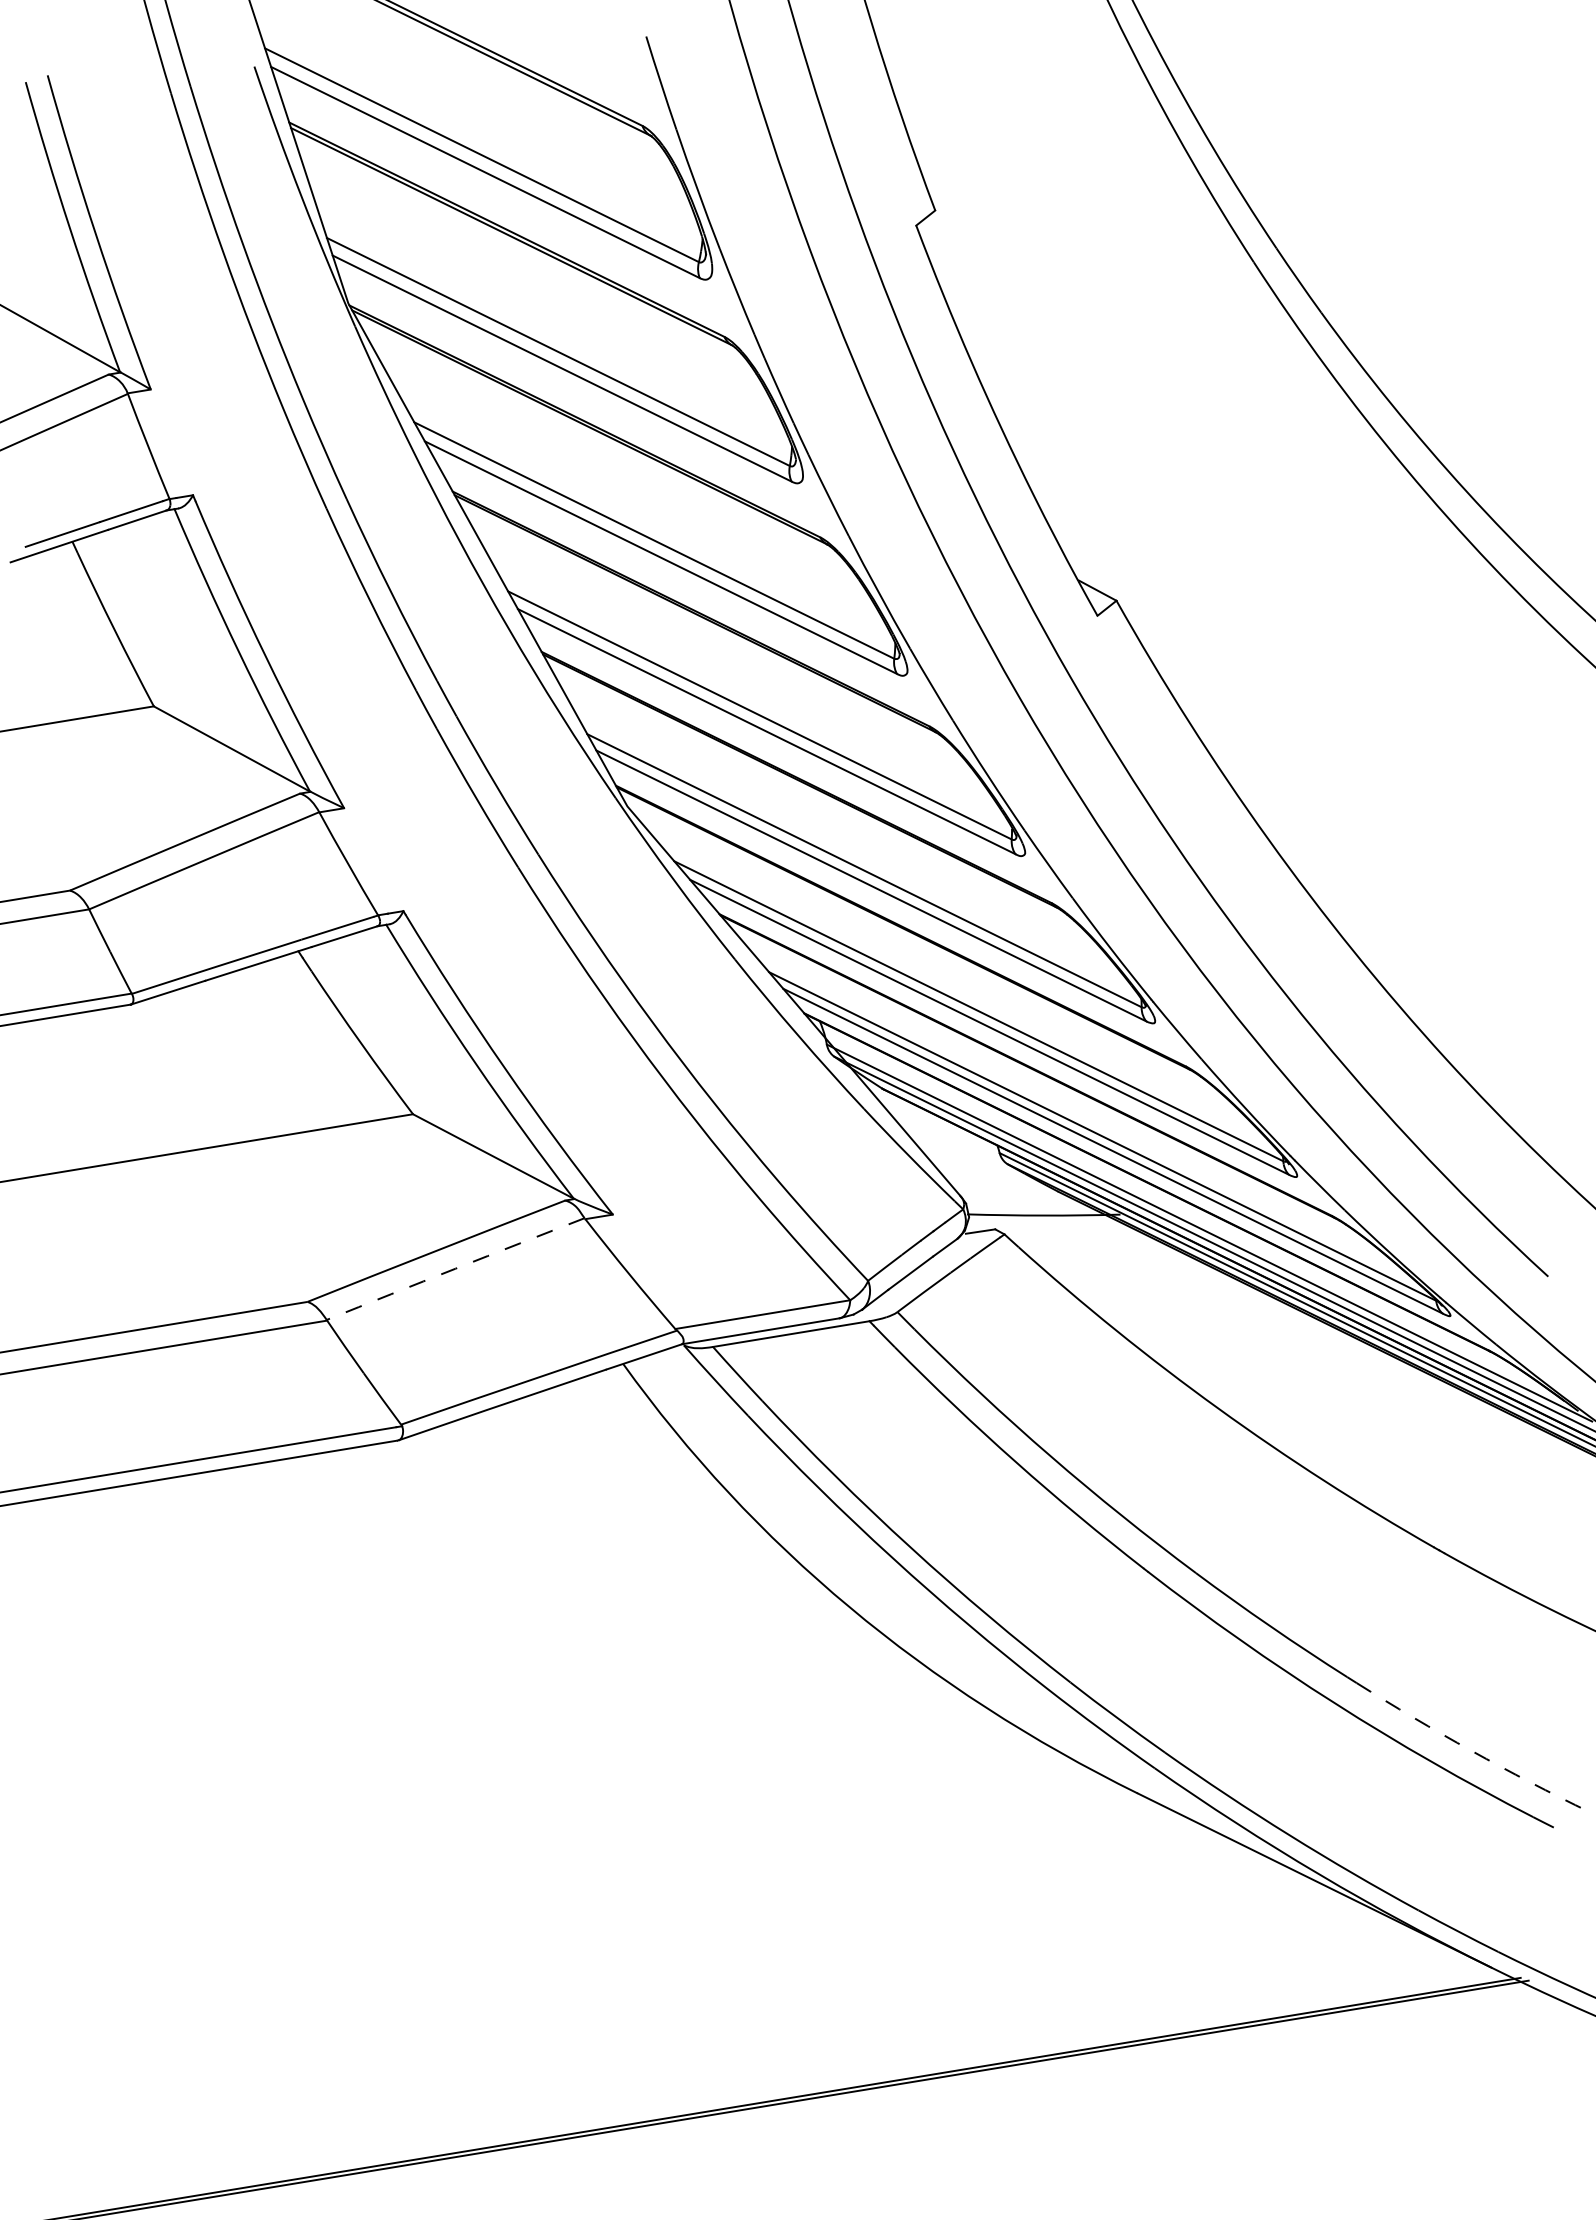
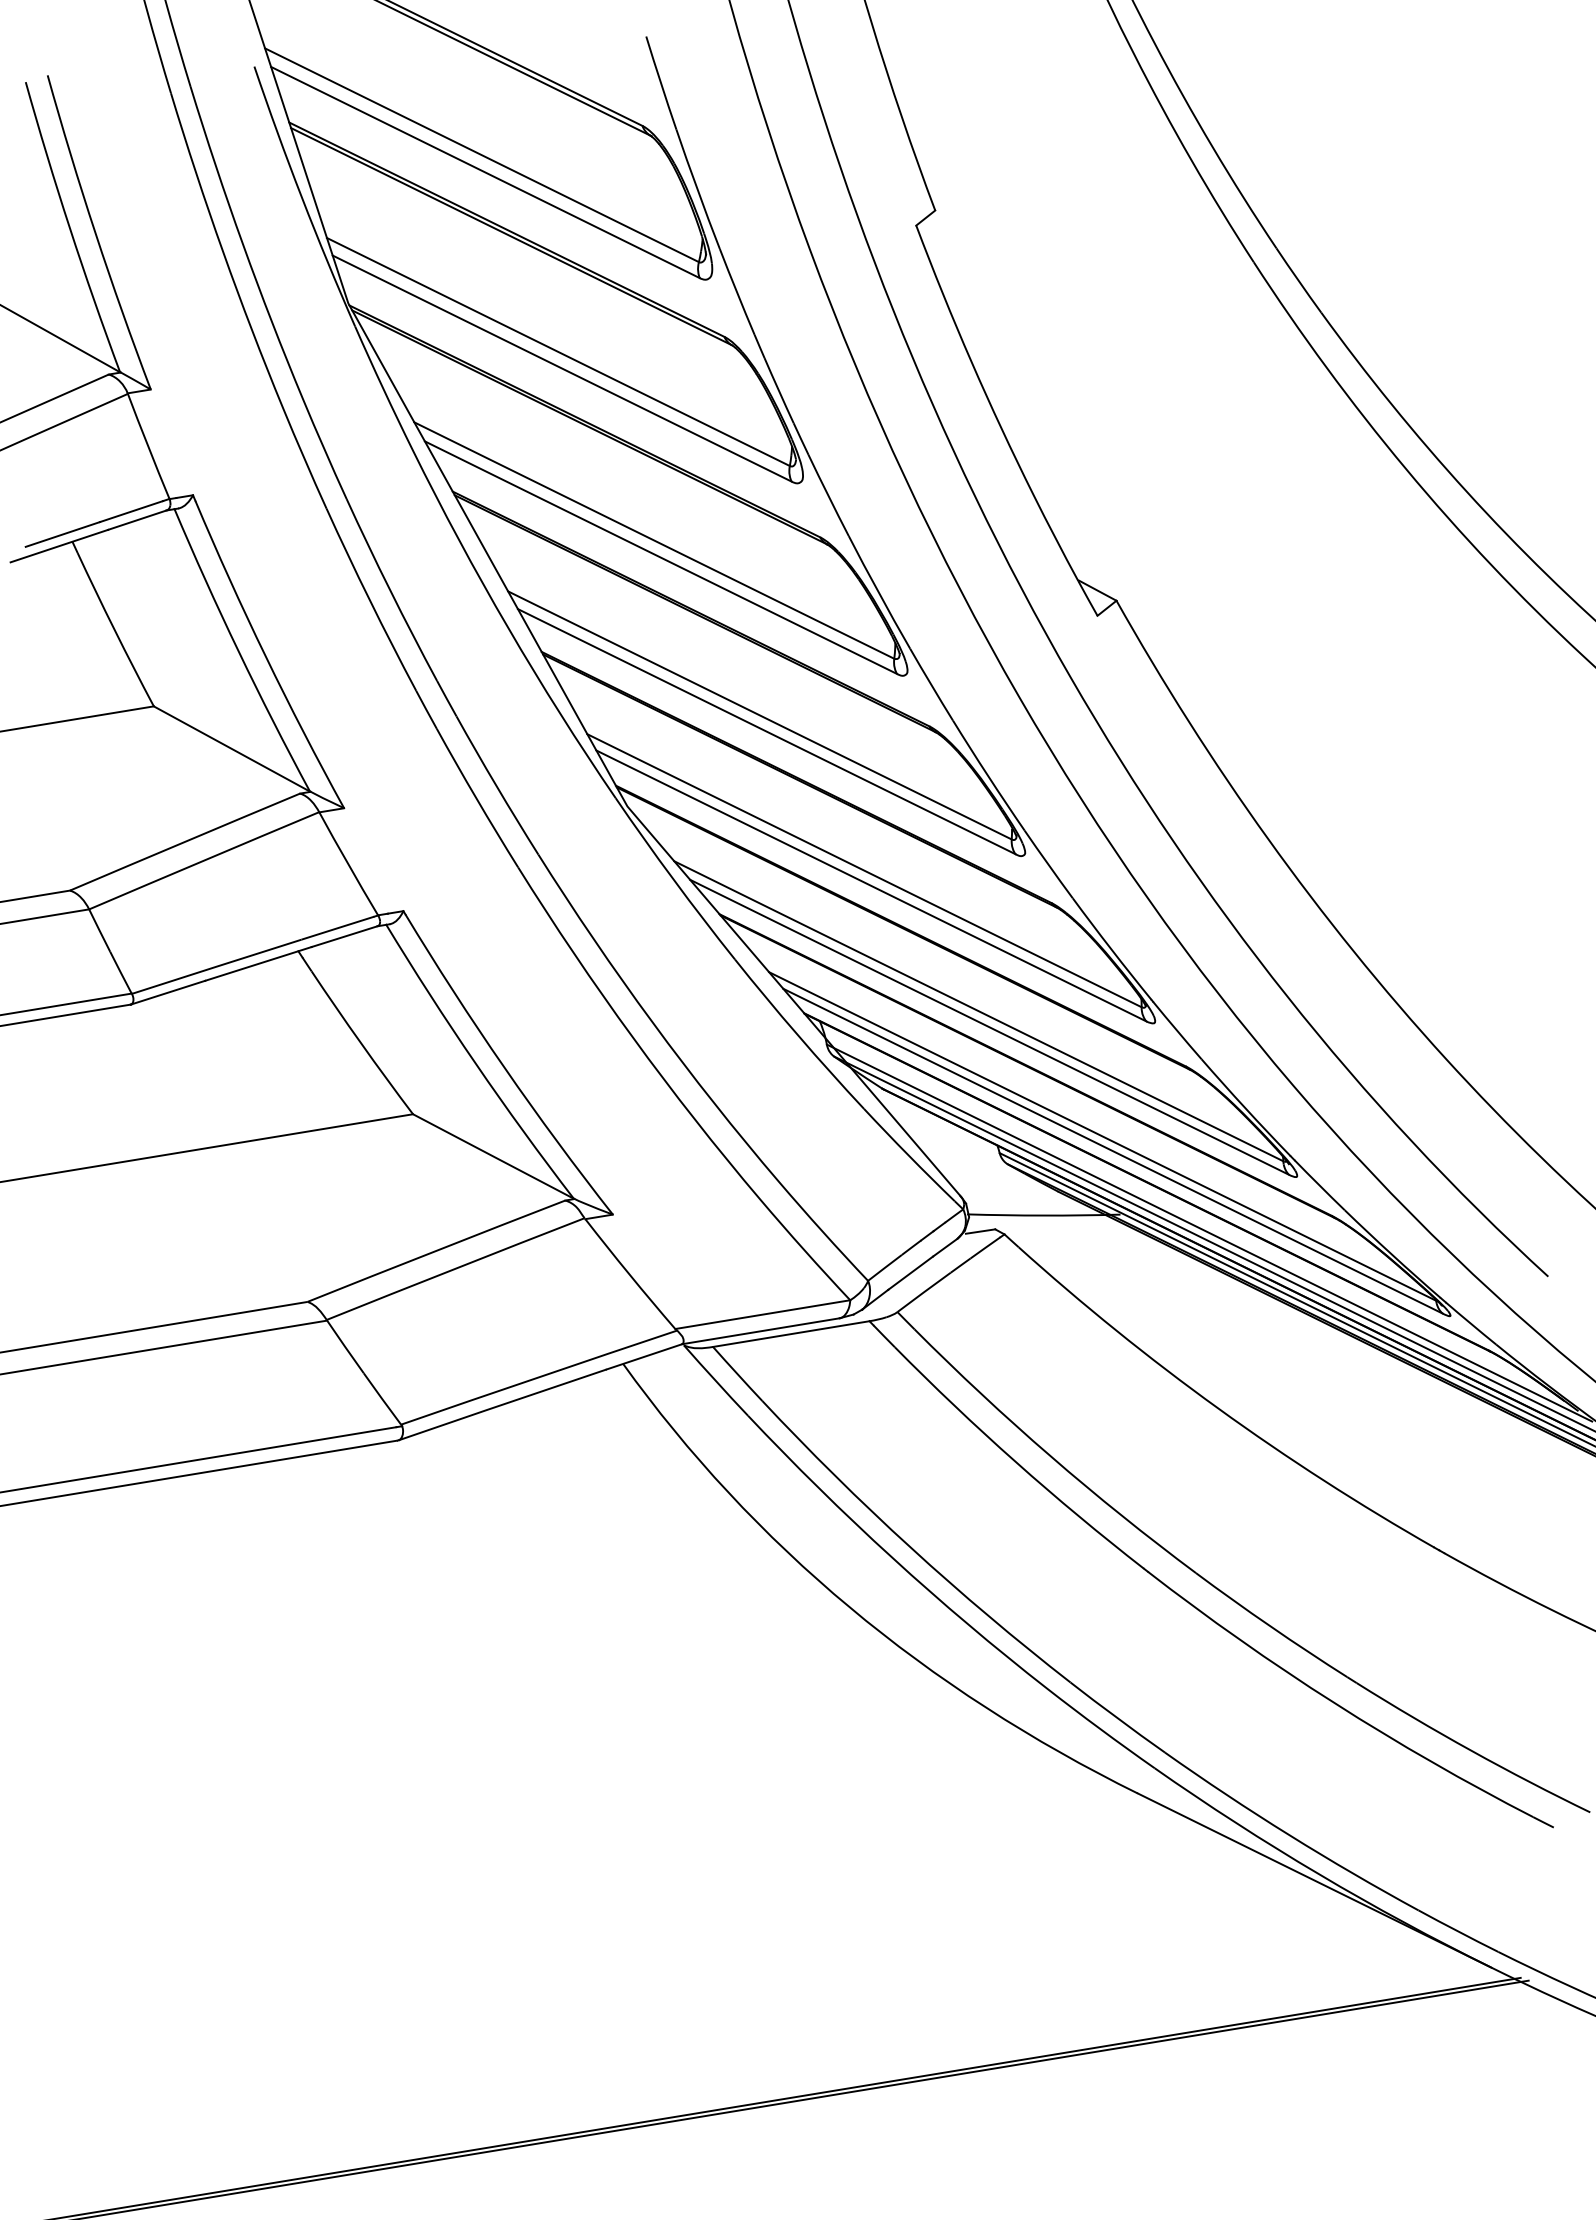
arc at (455, 1268): dashed -> solid
arc at (1471, 1750): dashed -> solid
